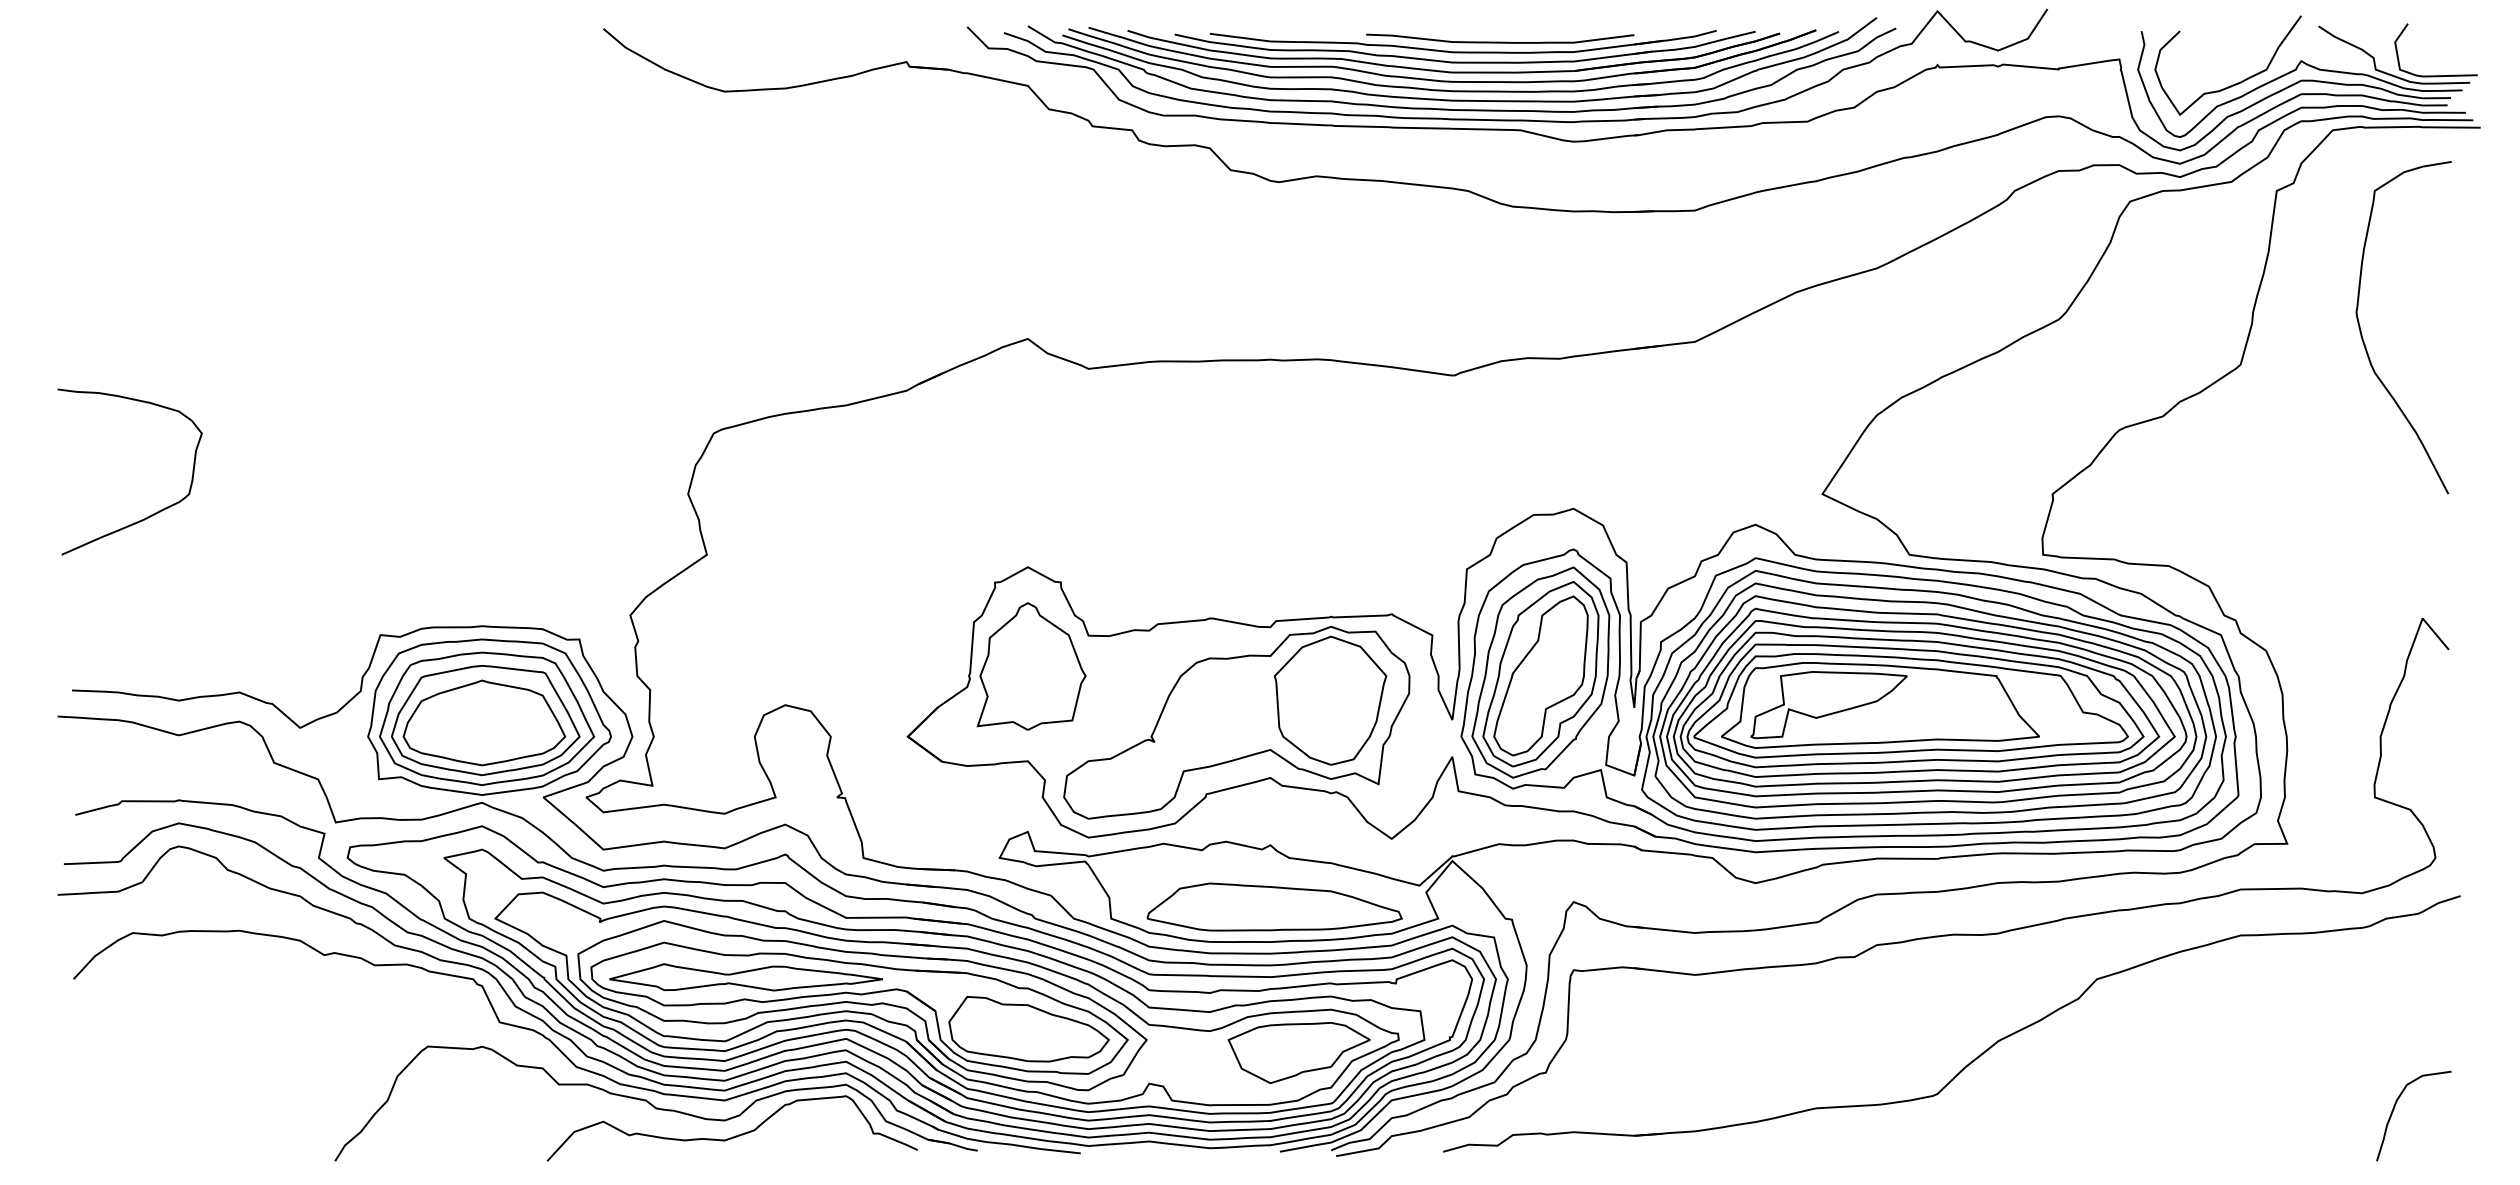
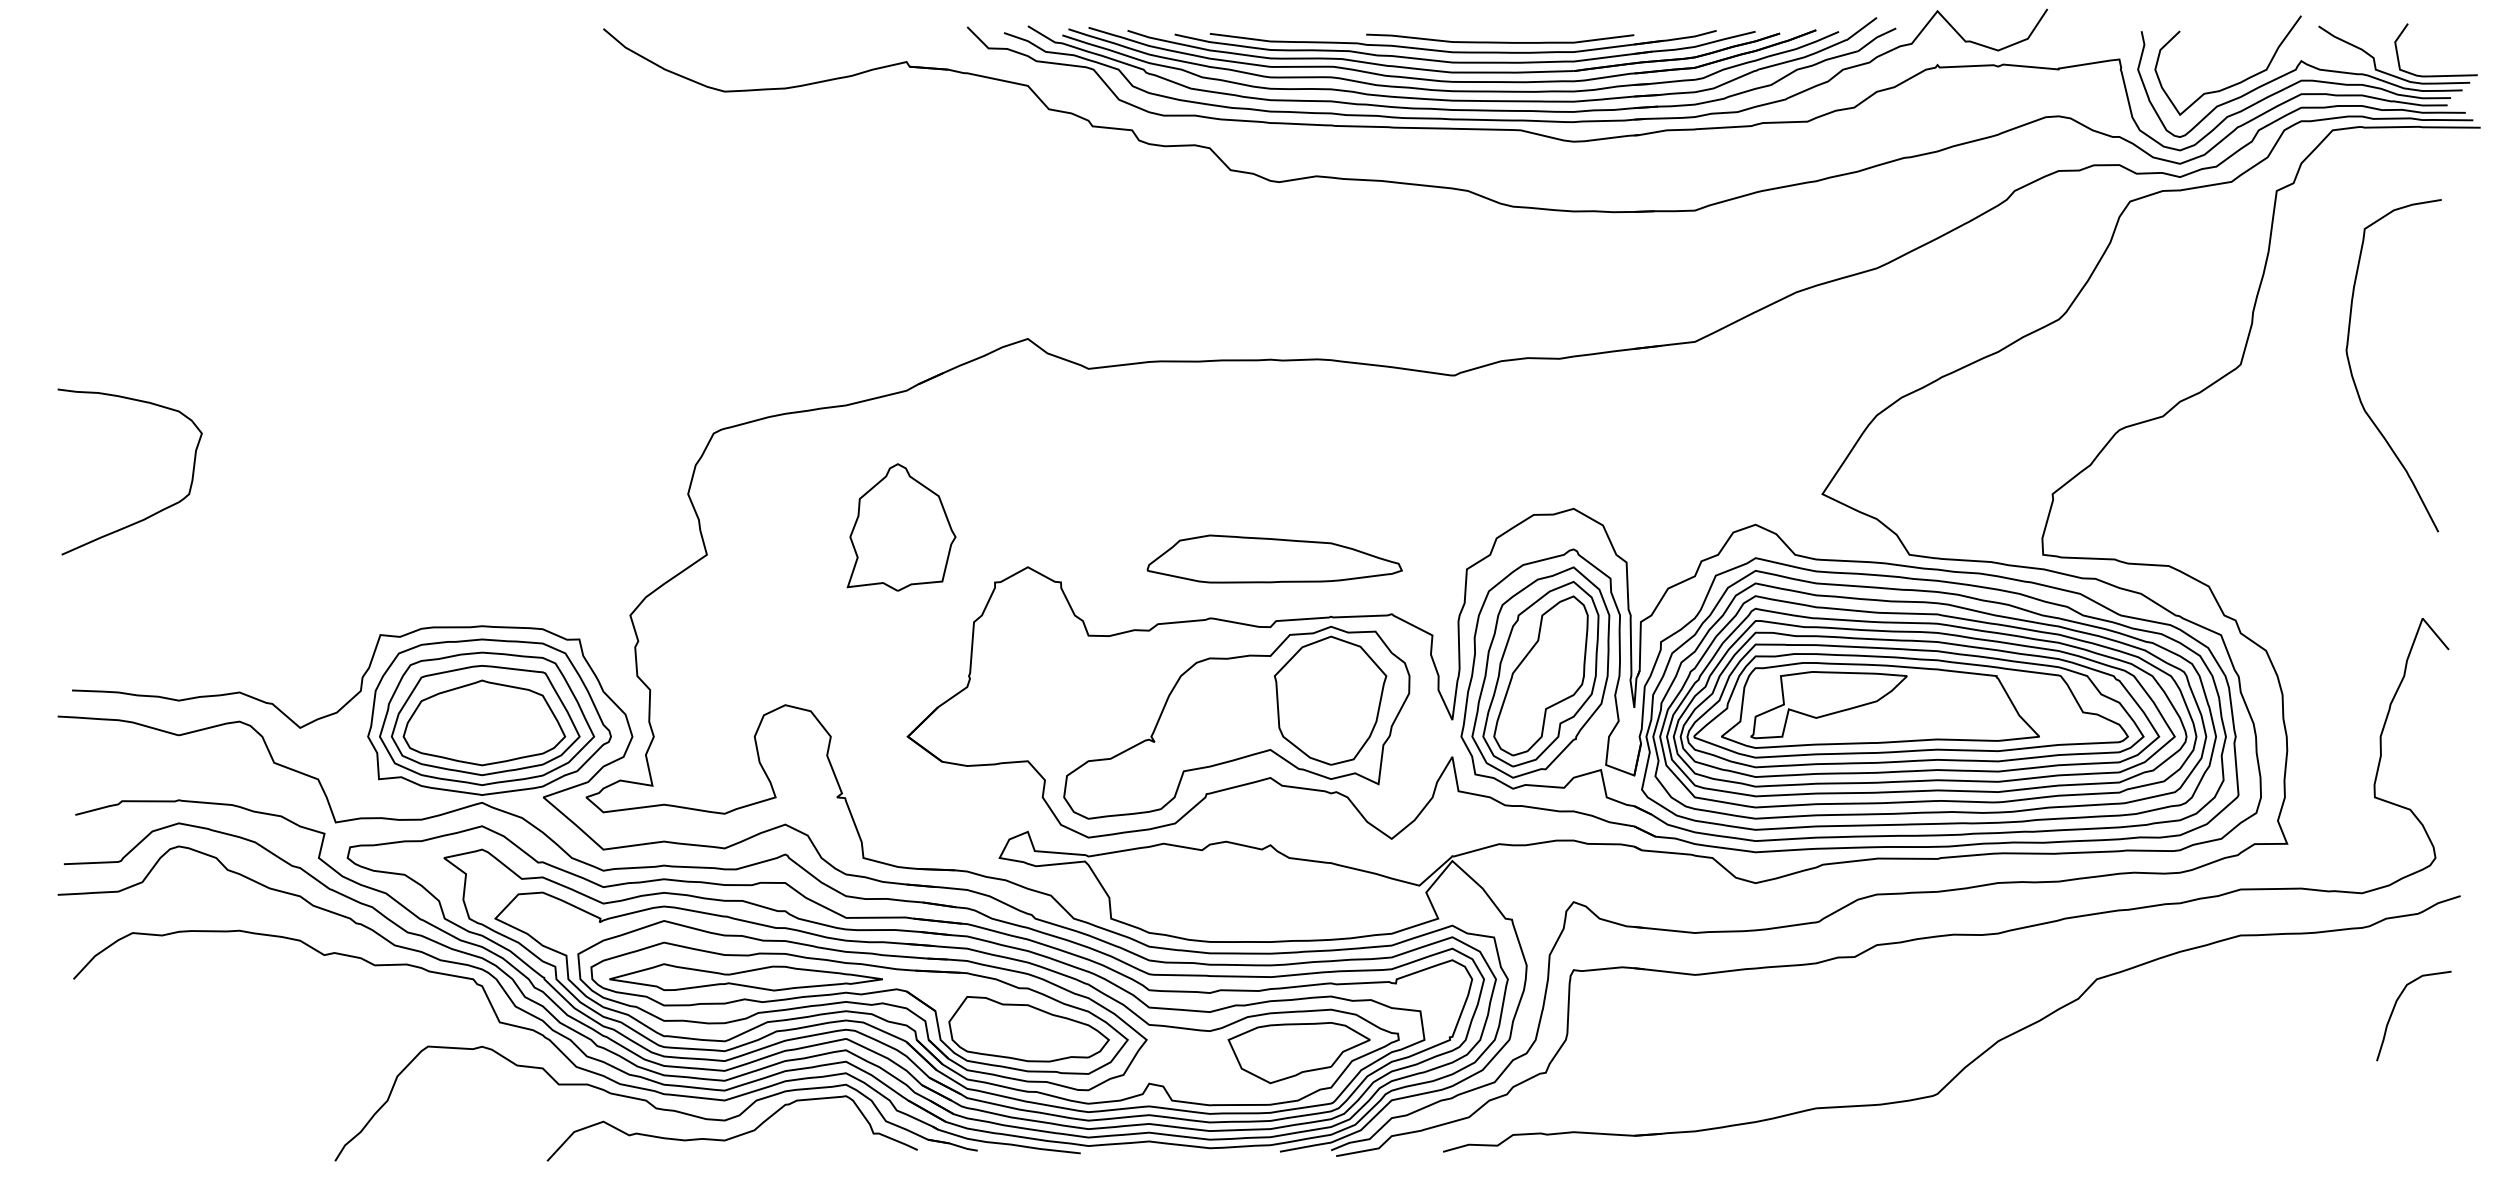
curve at (2364, 341) position: (2364, 341) -> (2354, 379)
part at (1031, 666) position: (1031, 666) -> (901, 527)
part at (1274, 906) position: (1274, 906) -> (1274, 558)
curve at (2395, 1107) position: (2395, 1107) -> (2395, 1007)
